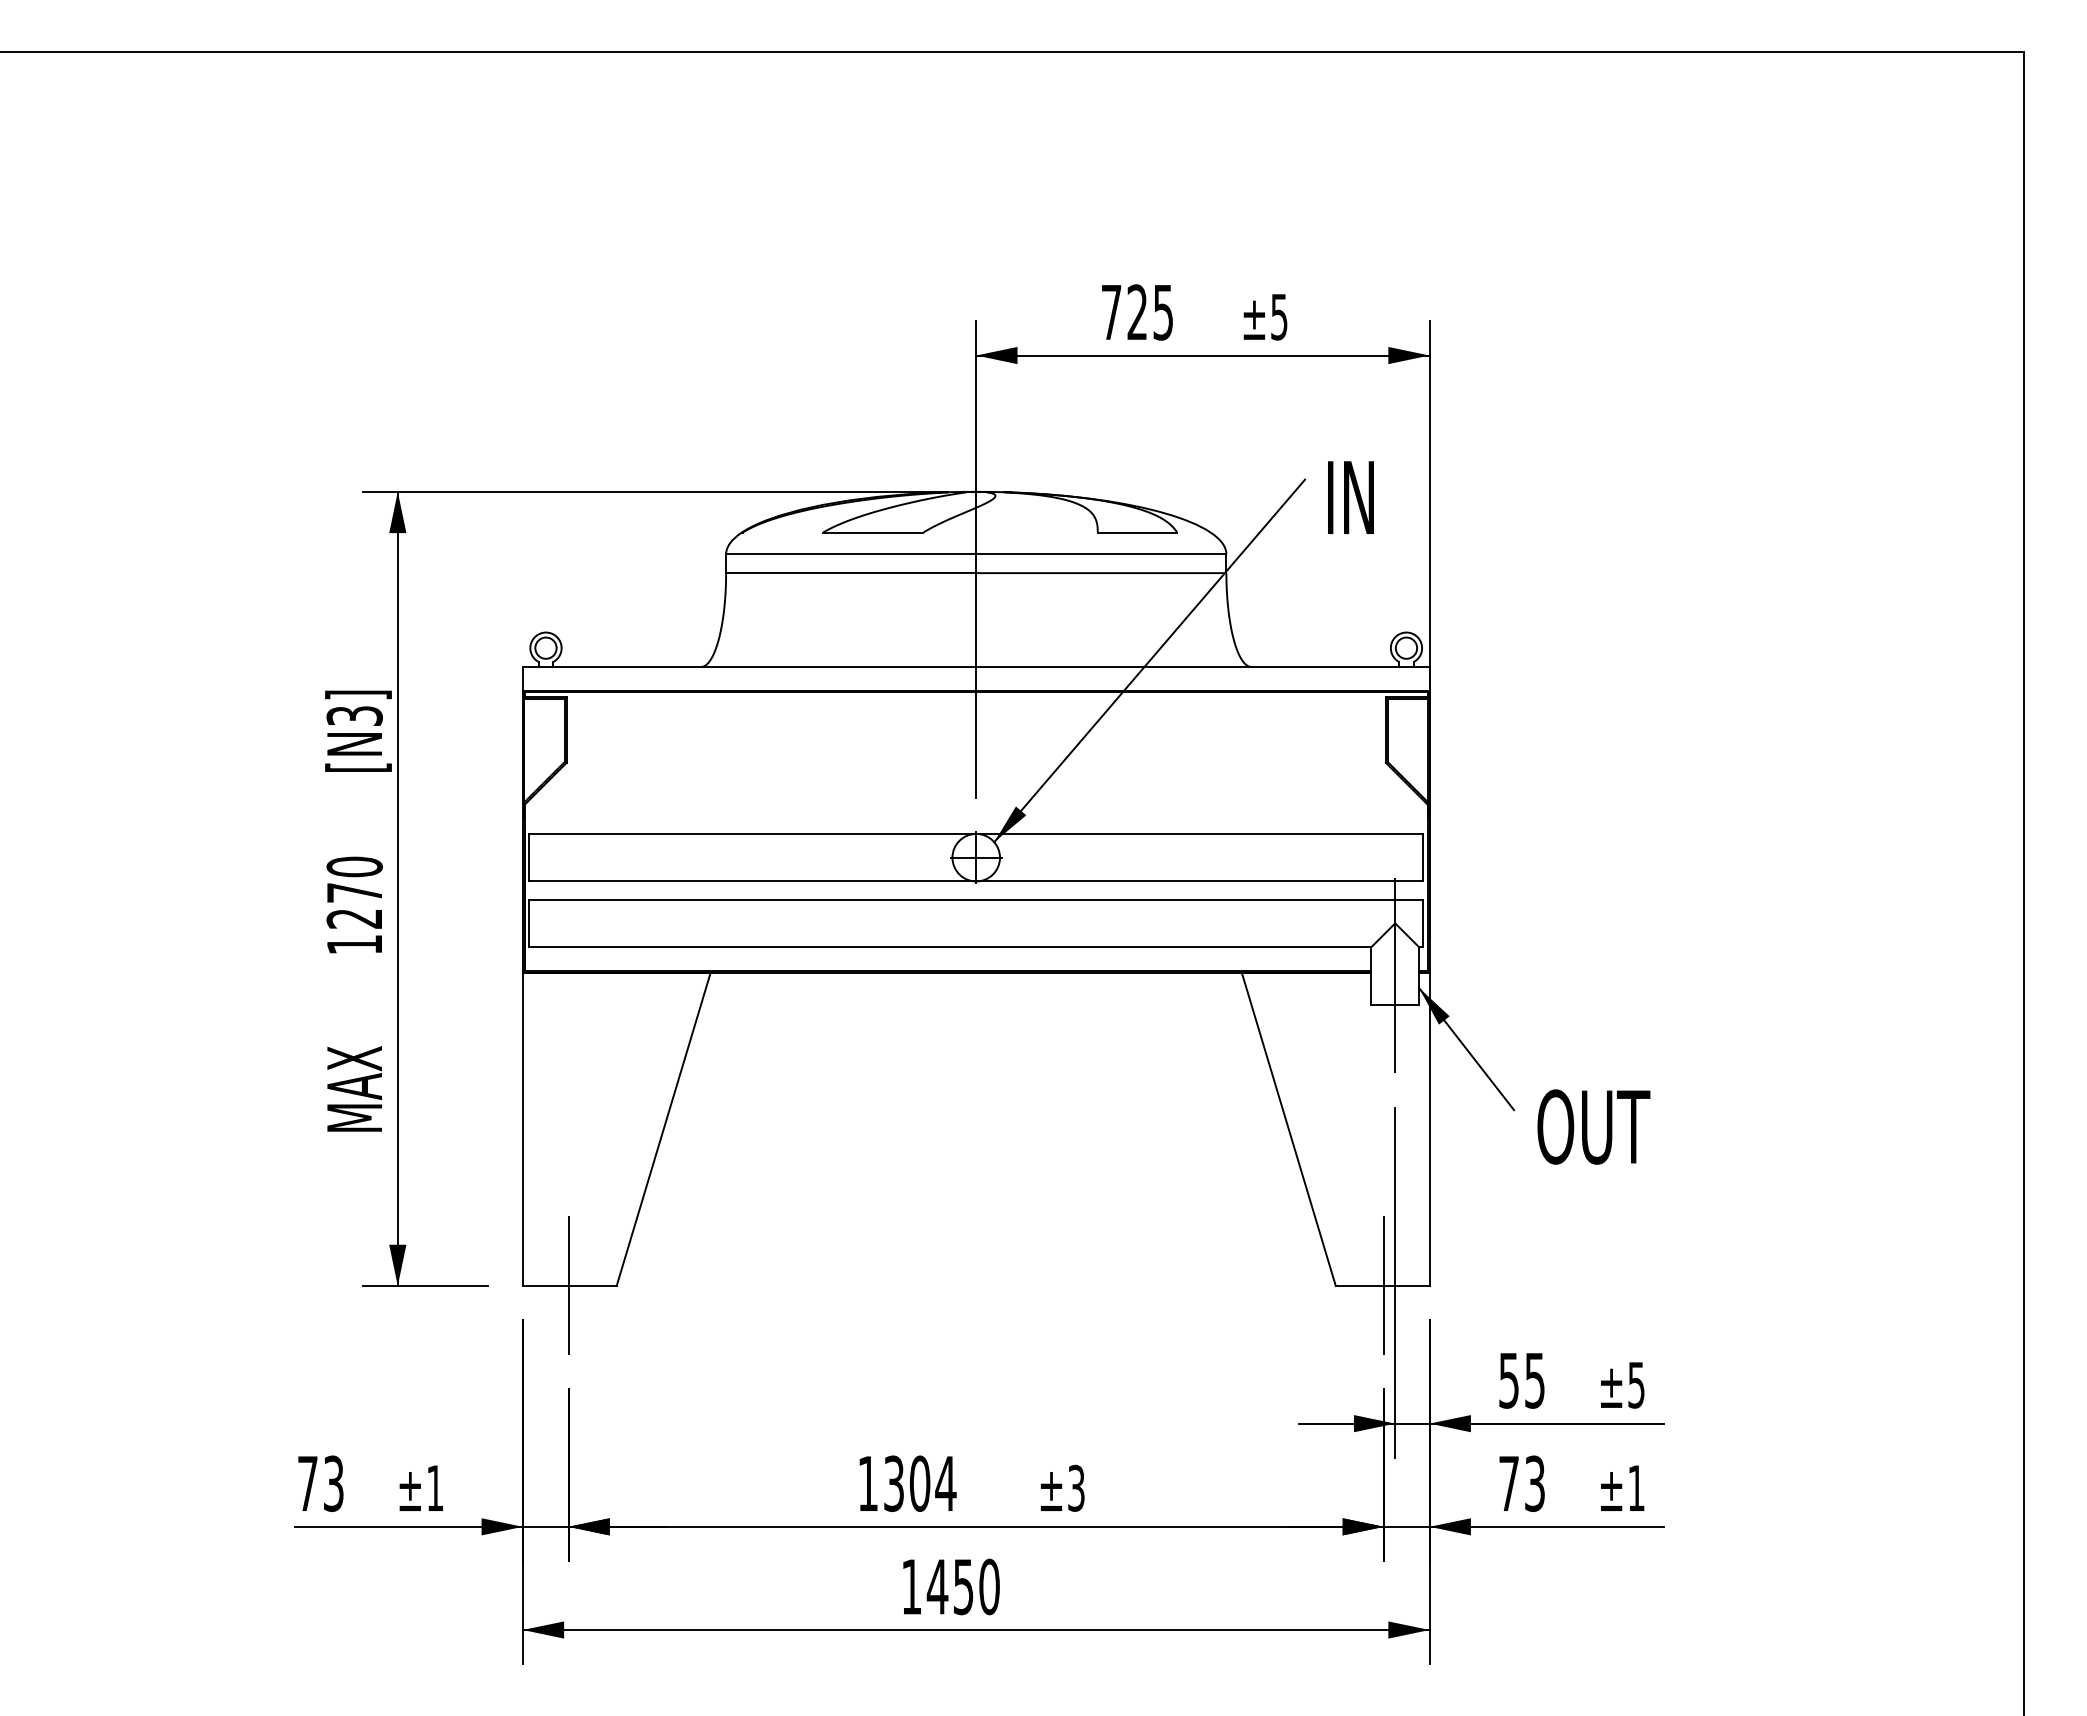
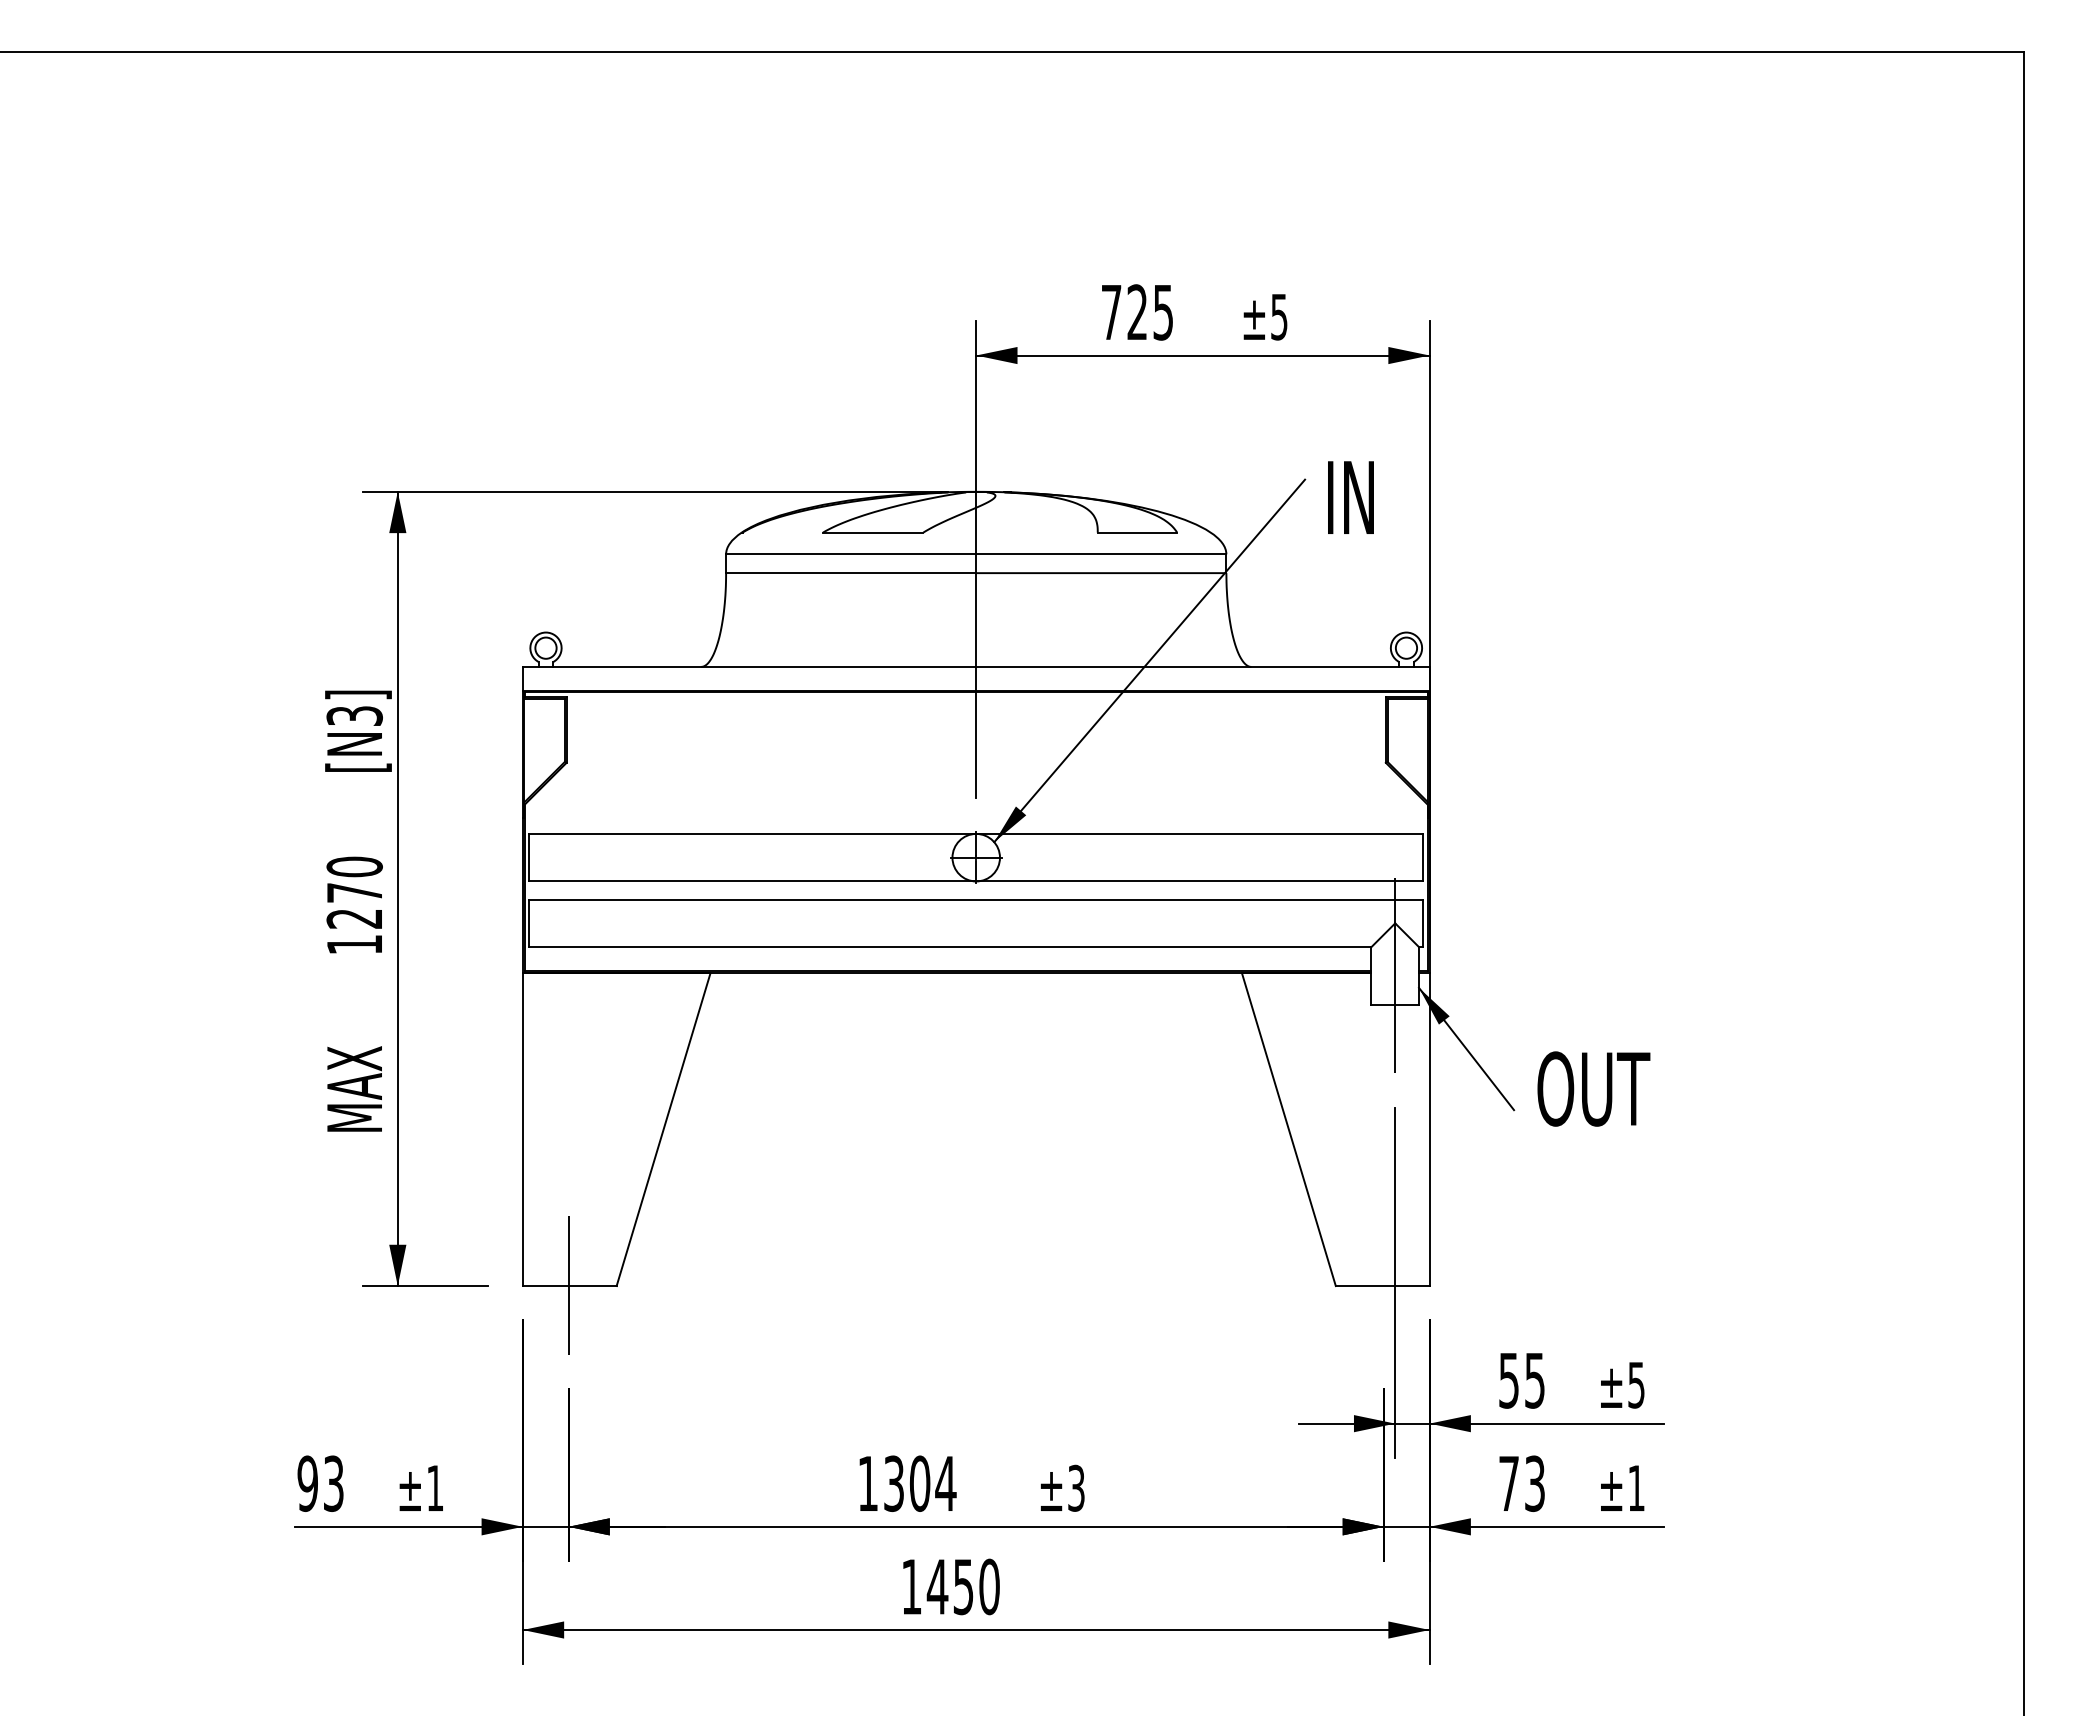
text at (1593, 1126) position: (1593, 1126) -> (1593, 1088)
line at (1383, 1285): present -> none
text at (307, 1483): 73 -> 93
